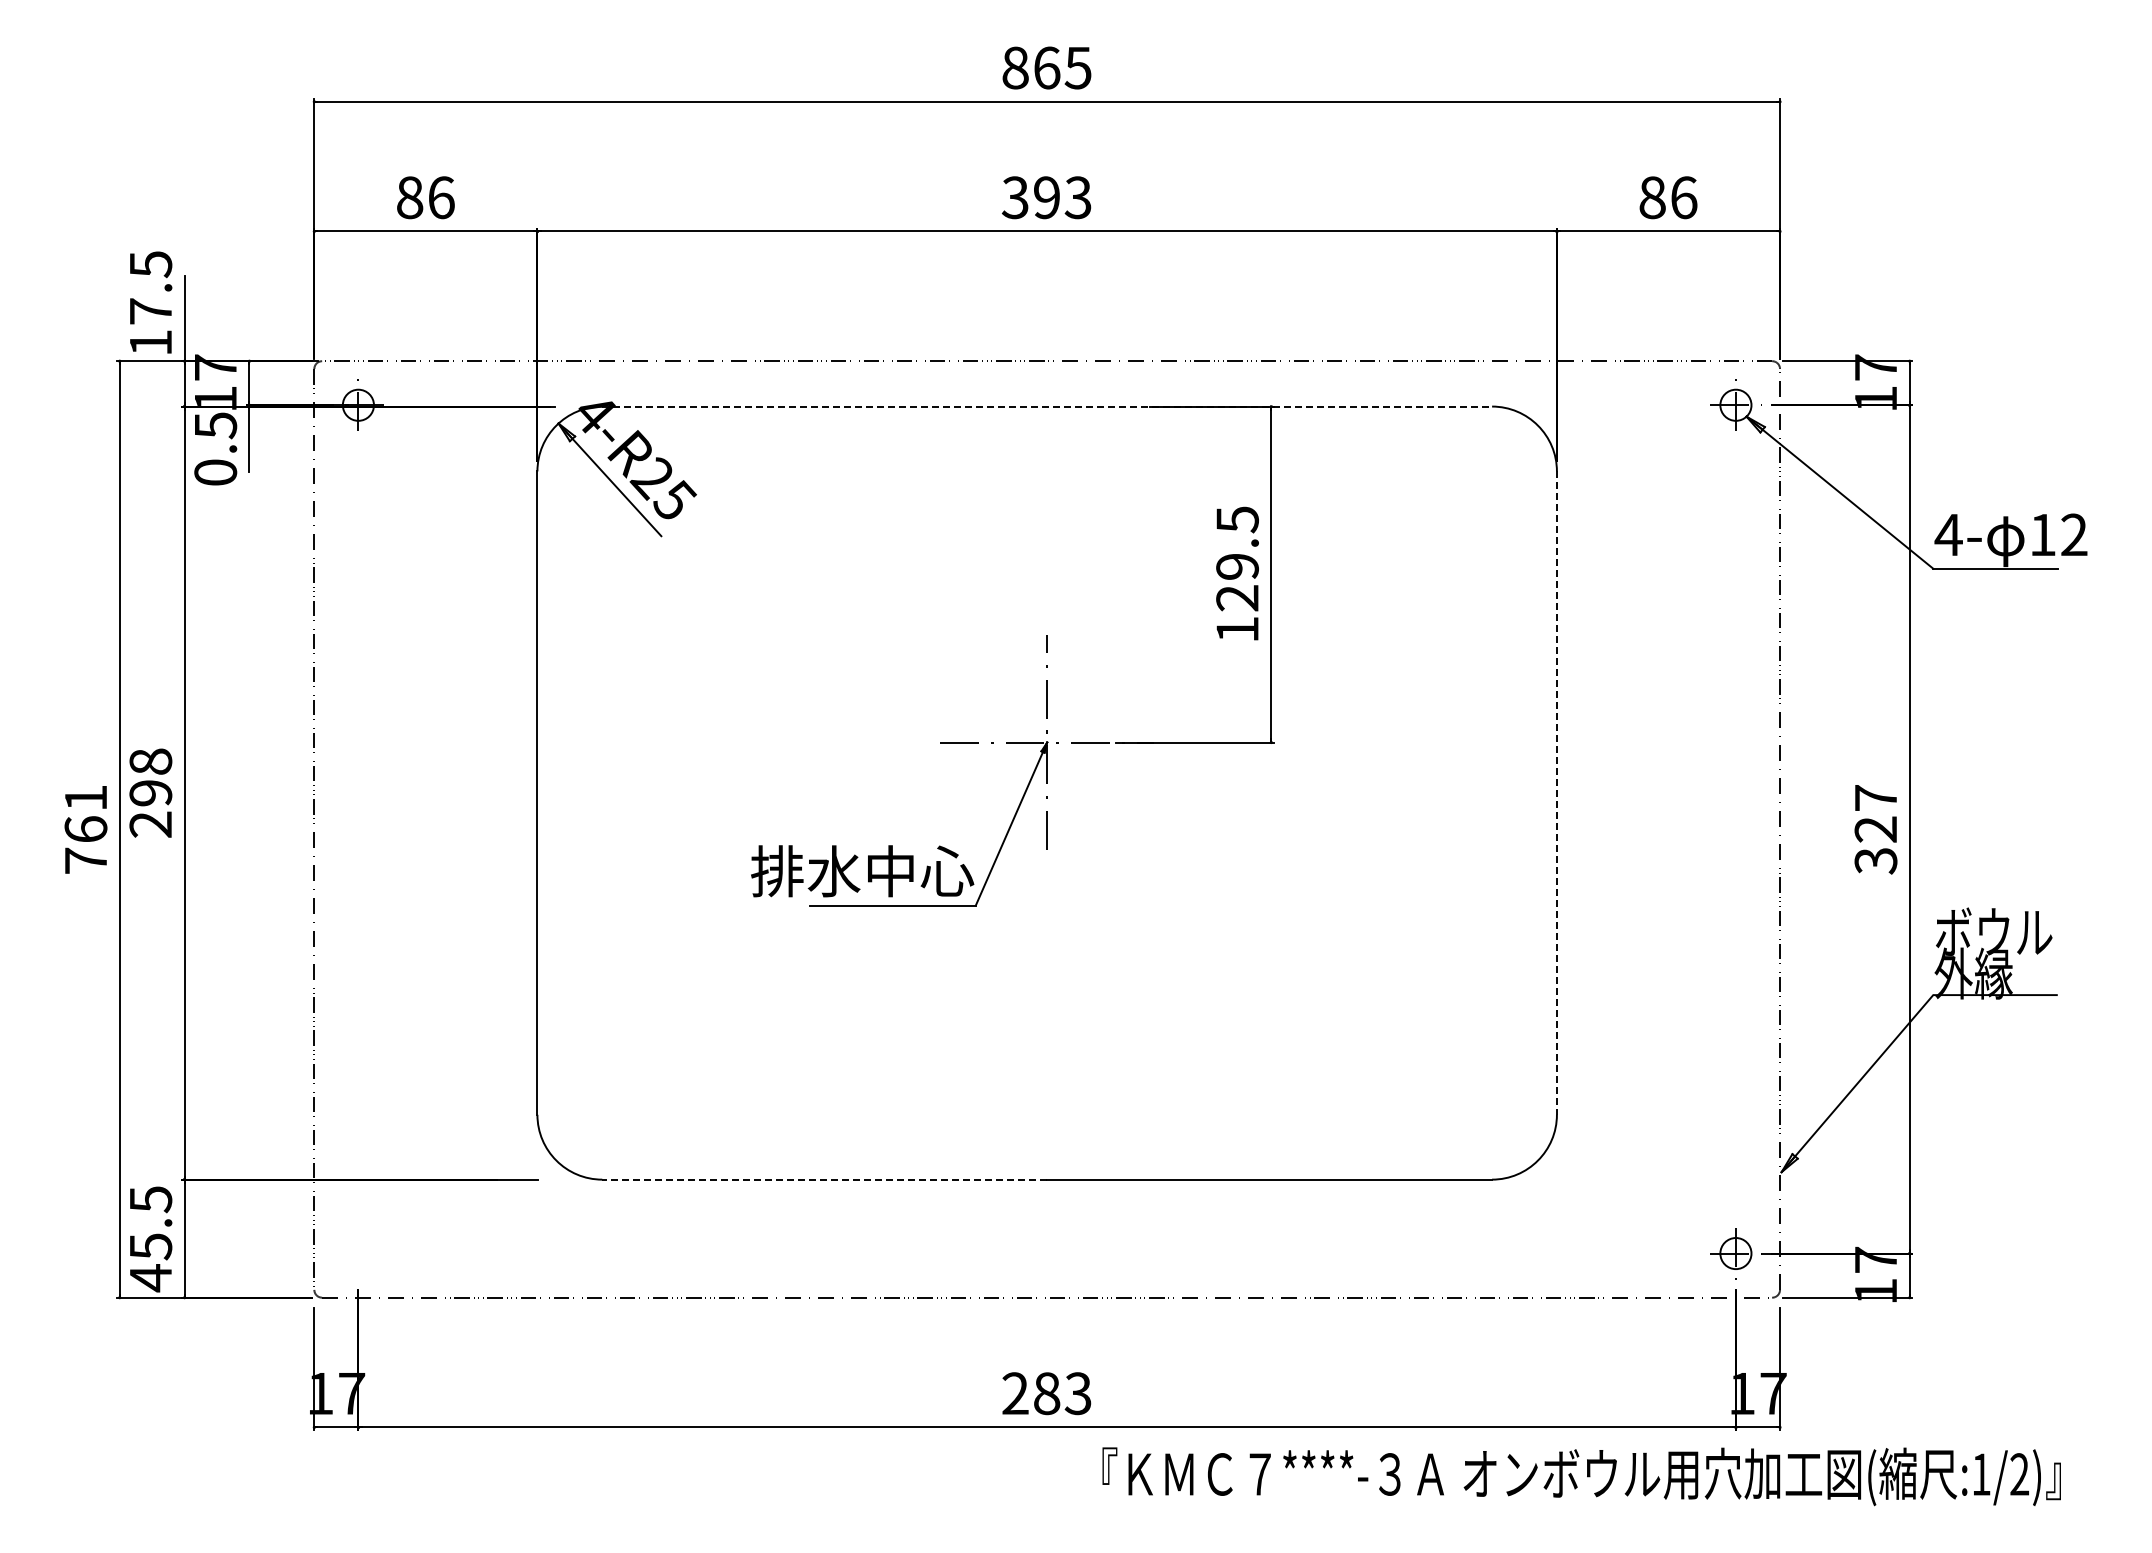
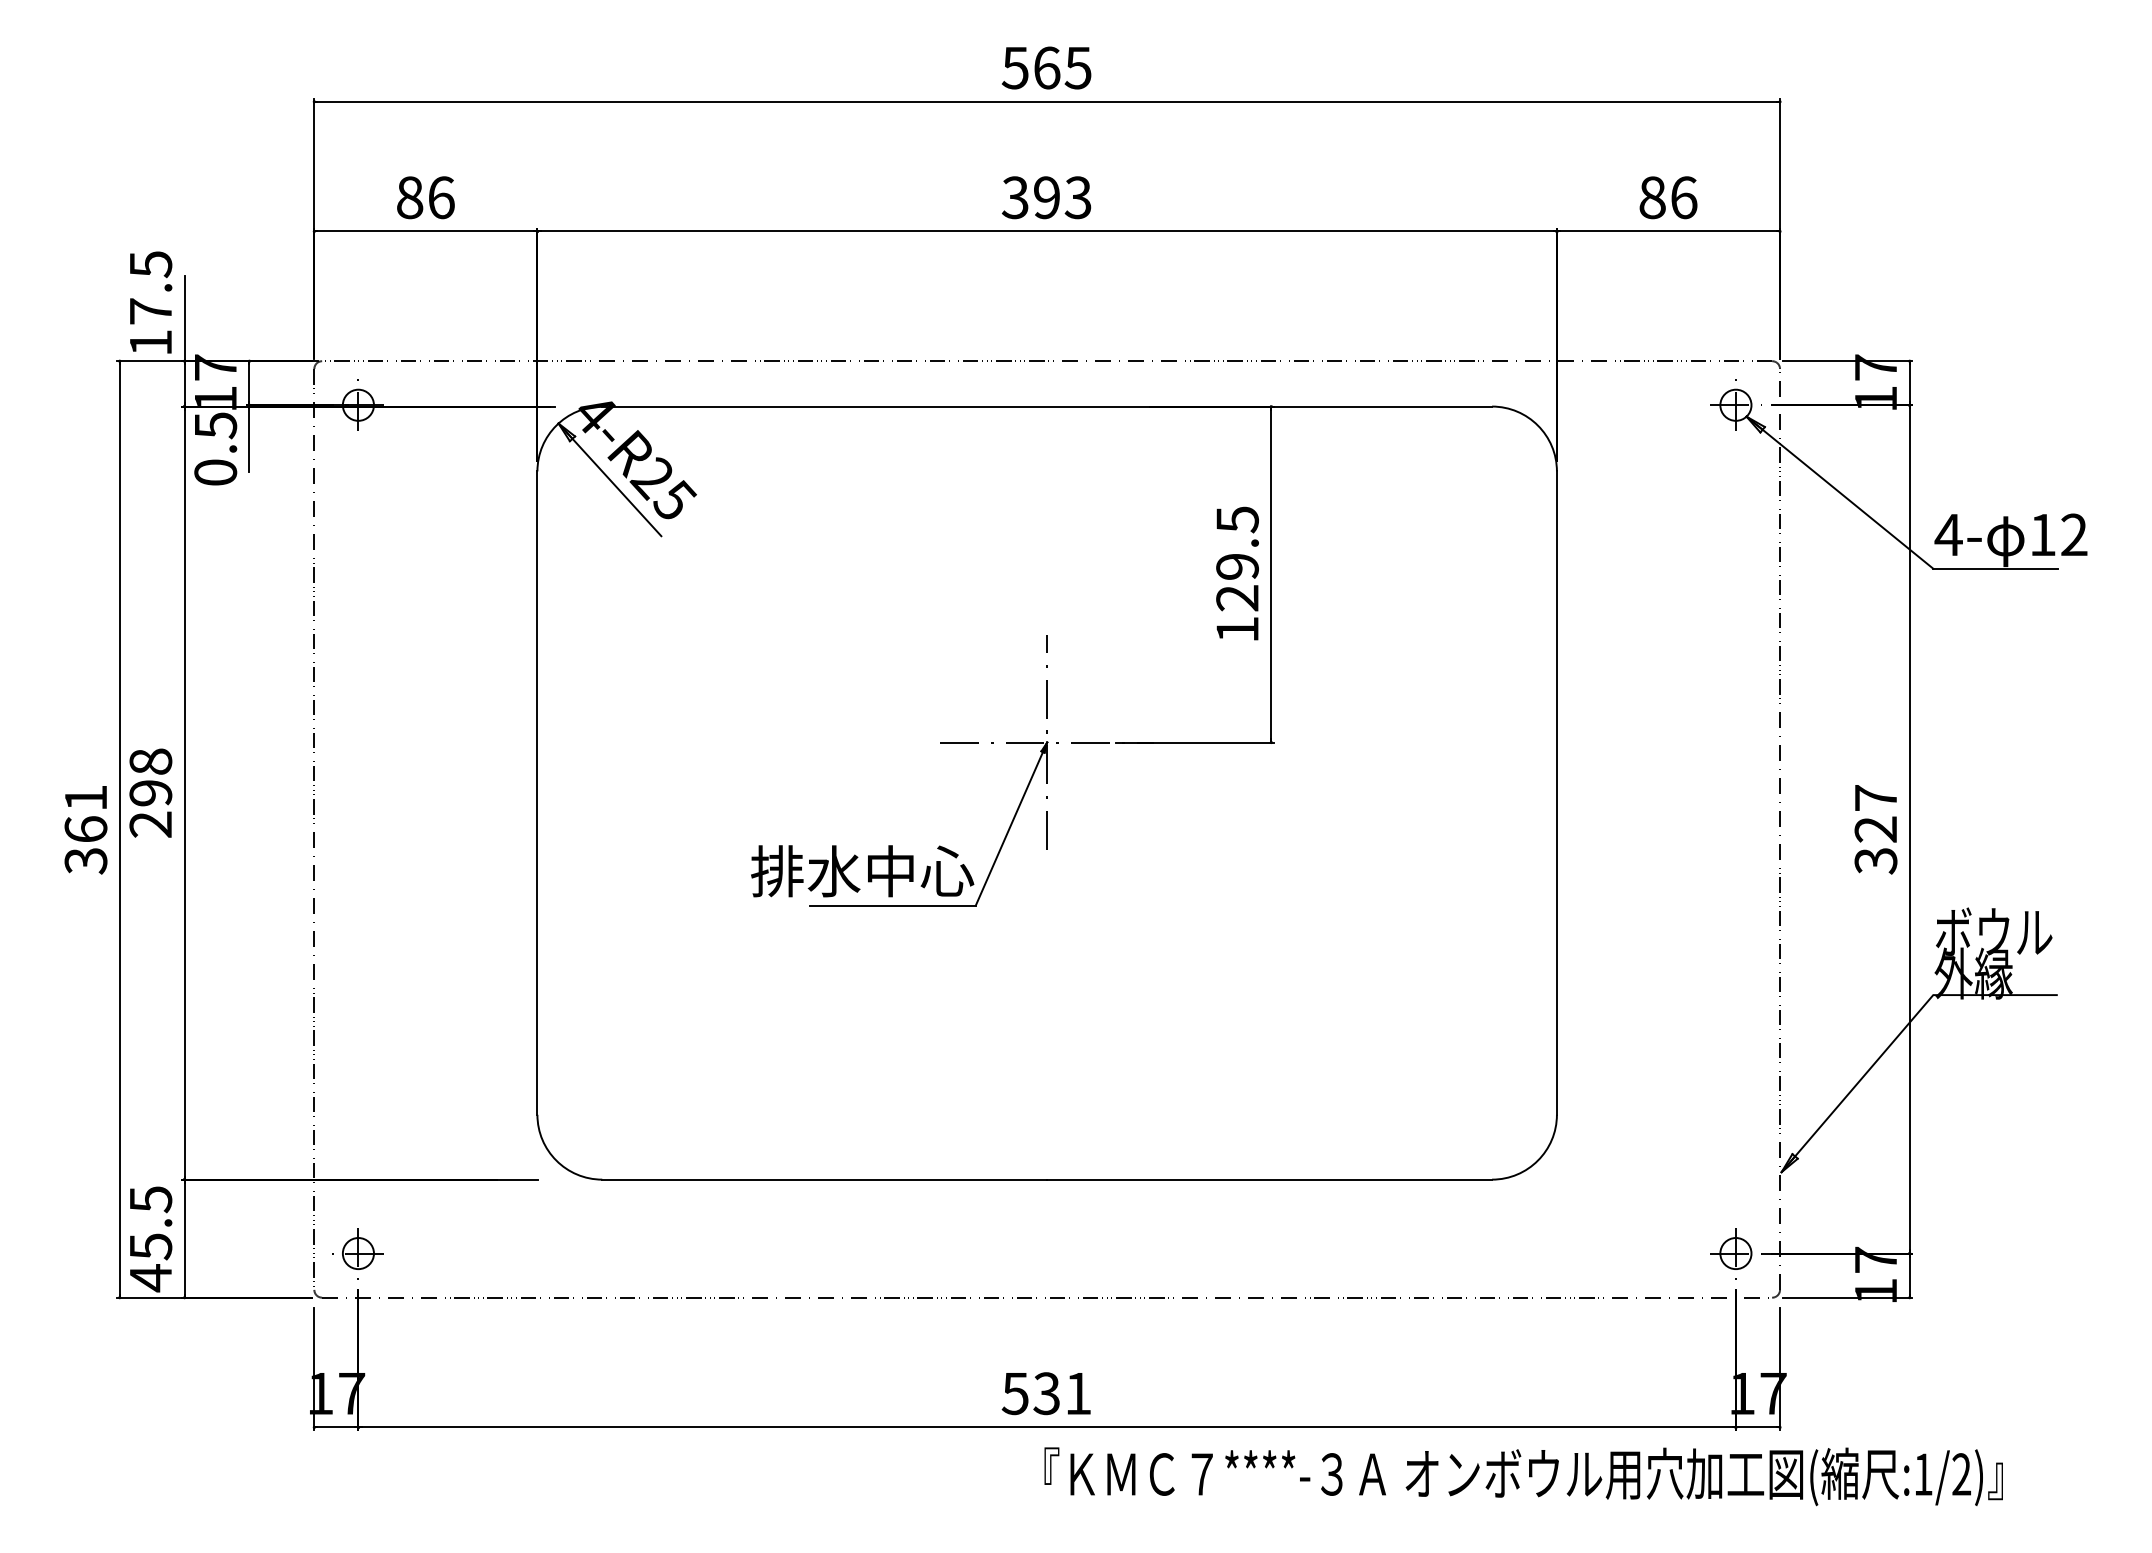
text at (1014, 67): 865 -> 565
line at (1047, 406): dashed -> solid
line at (1556, 793): dashed -> solid
text at (85, 860): 761 -> 361
line at (824, 1179): dashed -> solid
part at (357, 1253): none -> present
text at (1046, 1393): 283 -> 531
text at (1581, 1476) position: (1581, 1476) -> (1523, 1476)
